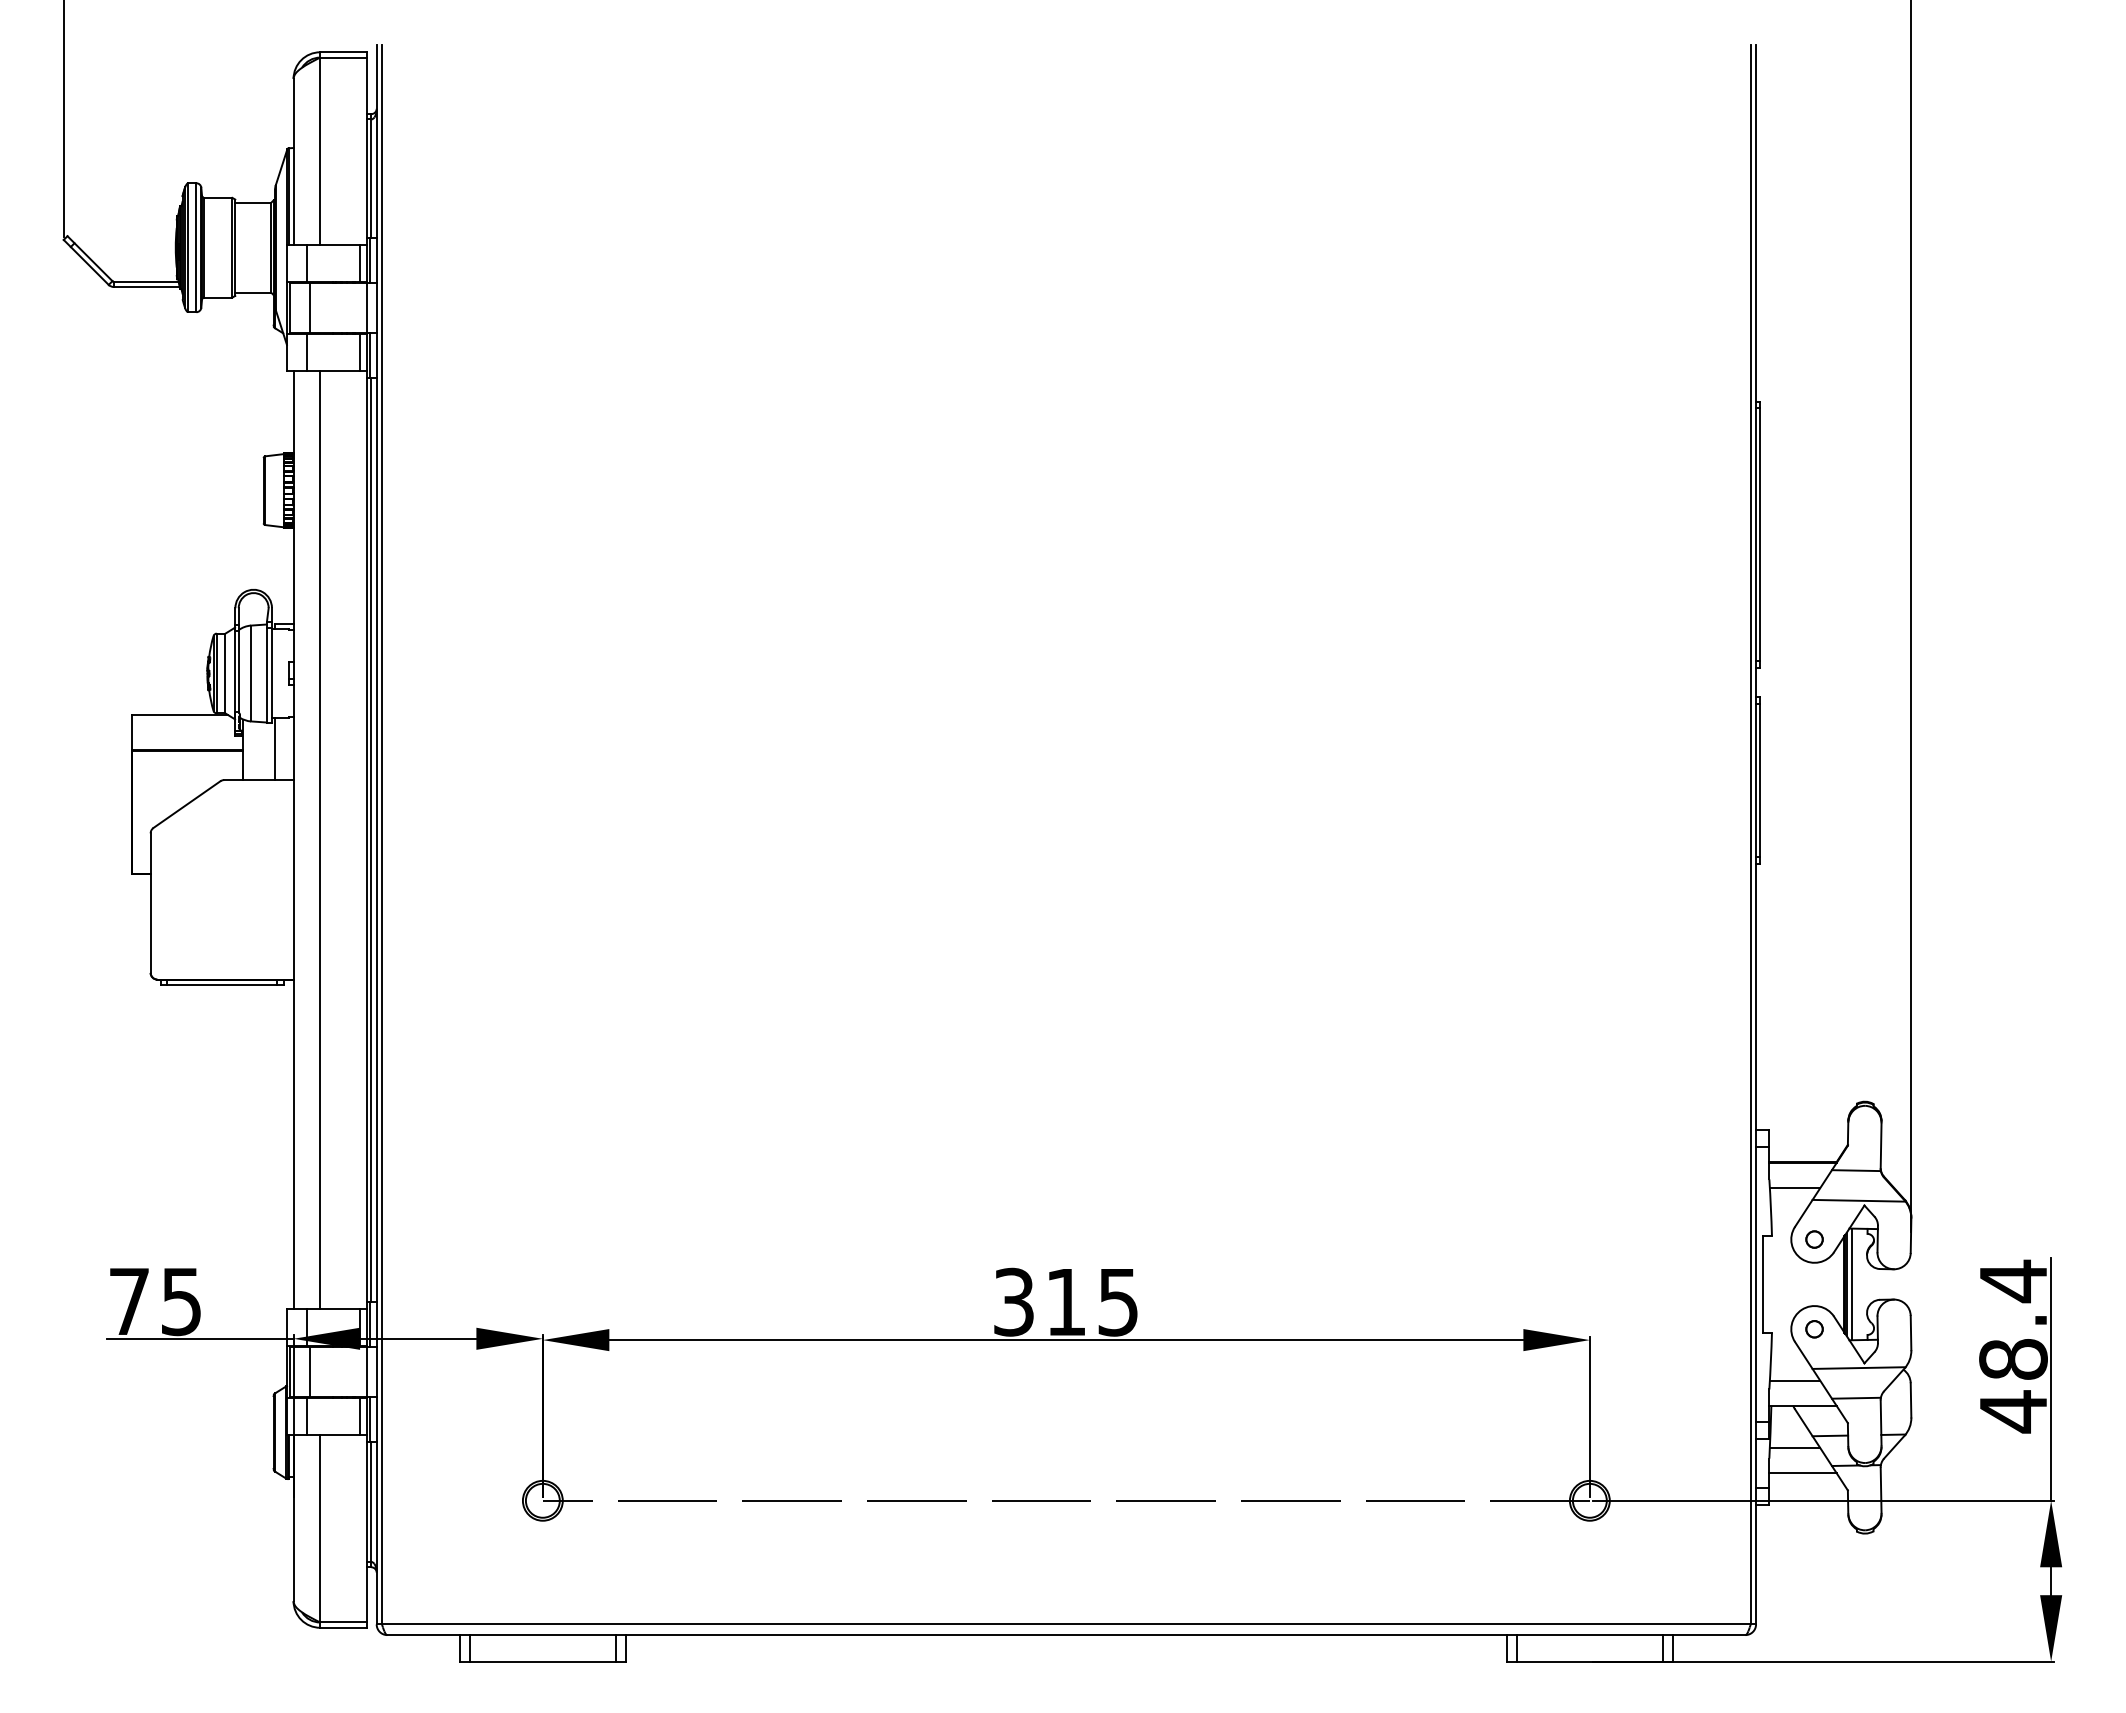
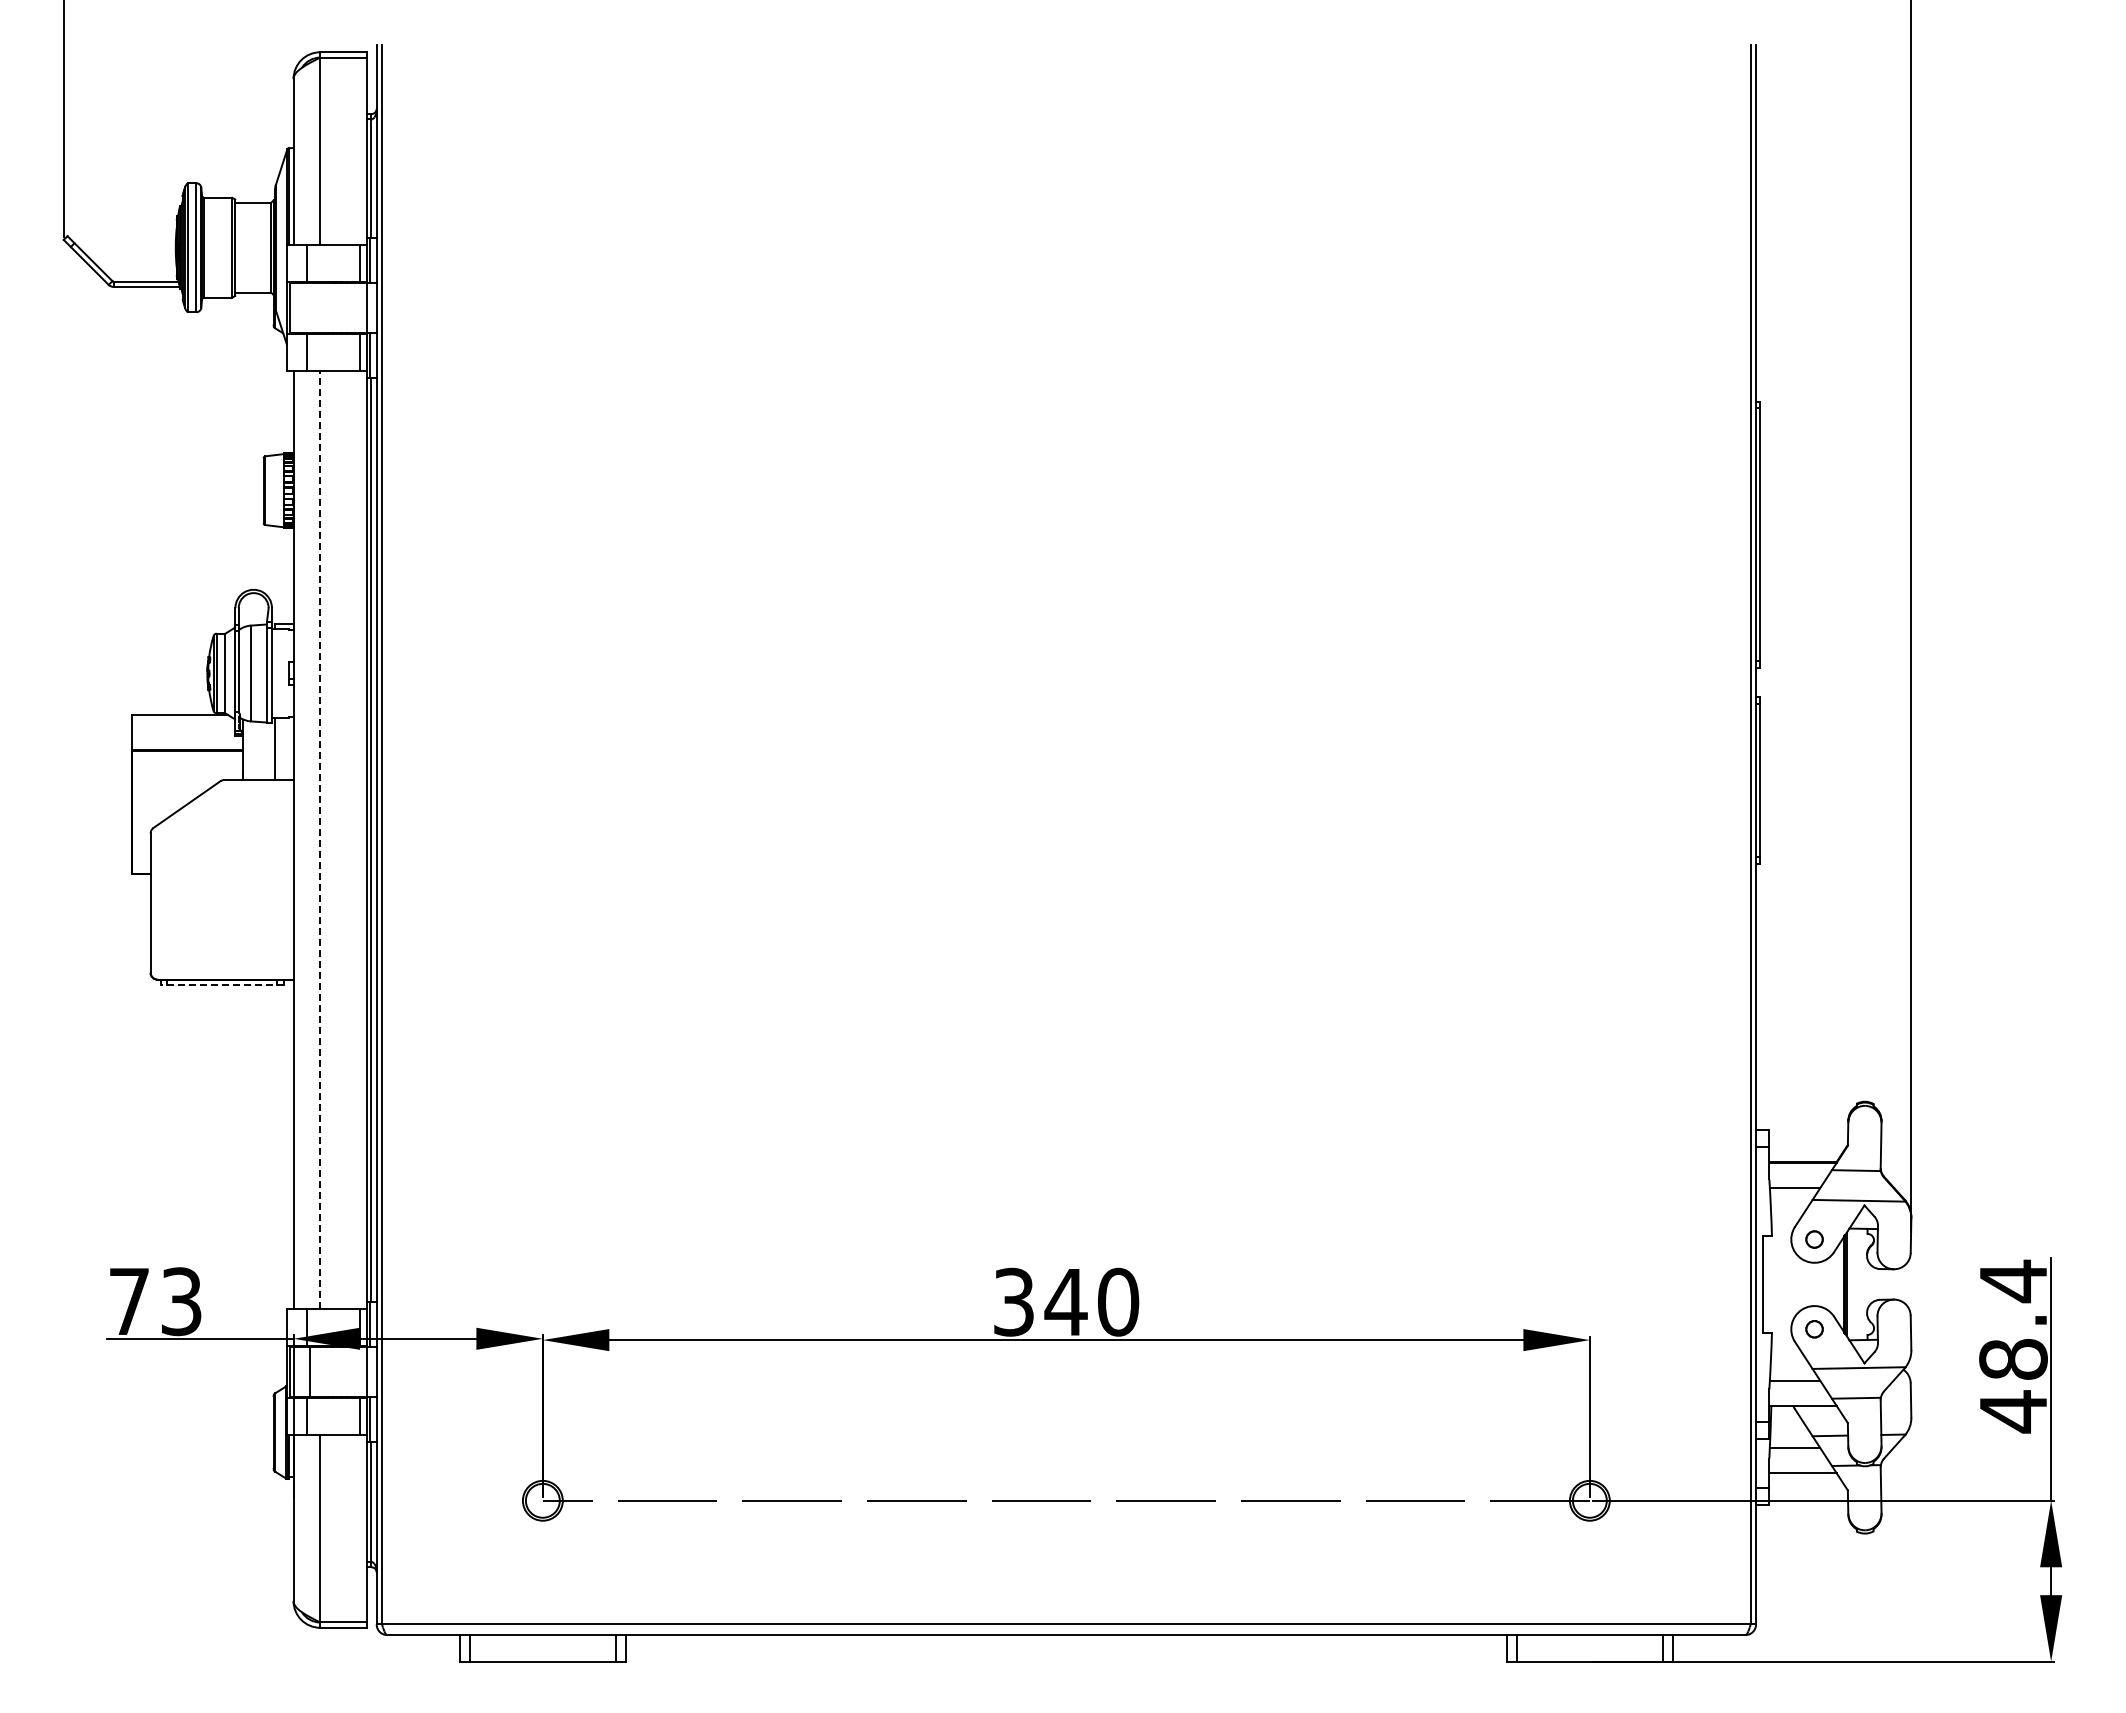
line at (310, 308): present -> none
line at (320, 840): solid -> dashed
line at (221, 984): solid -> dashed
line at (1852, 1284): present -> none
text at (181, 1301): 75 -> 73
text at (1091, 1301): 315 -> 340
